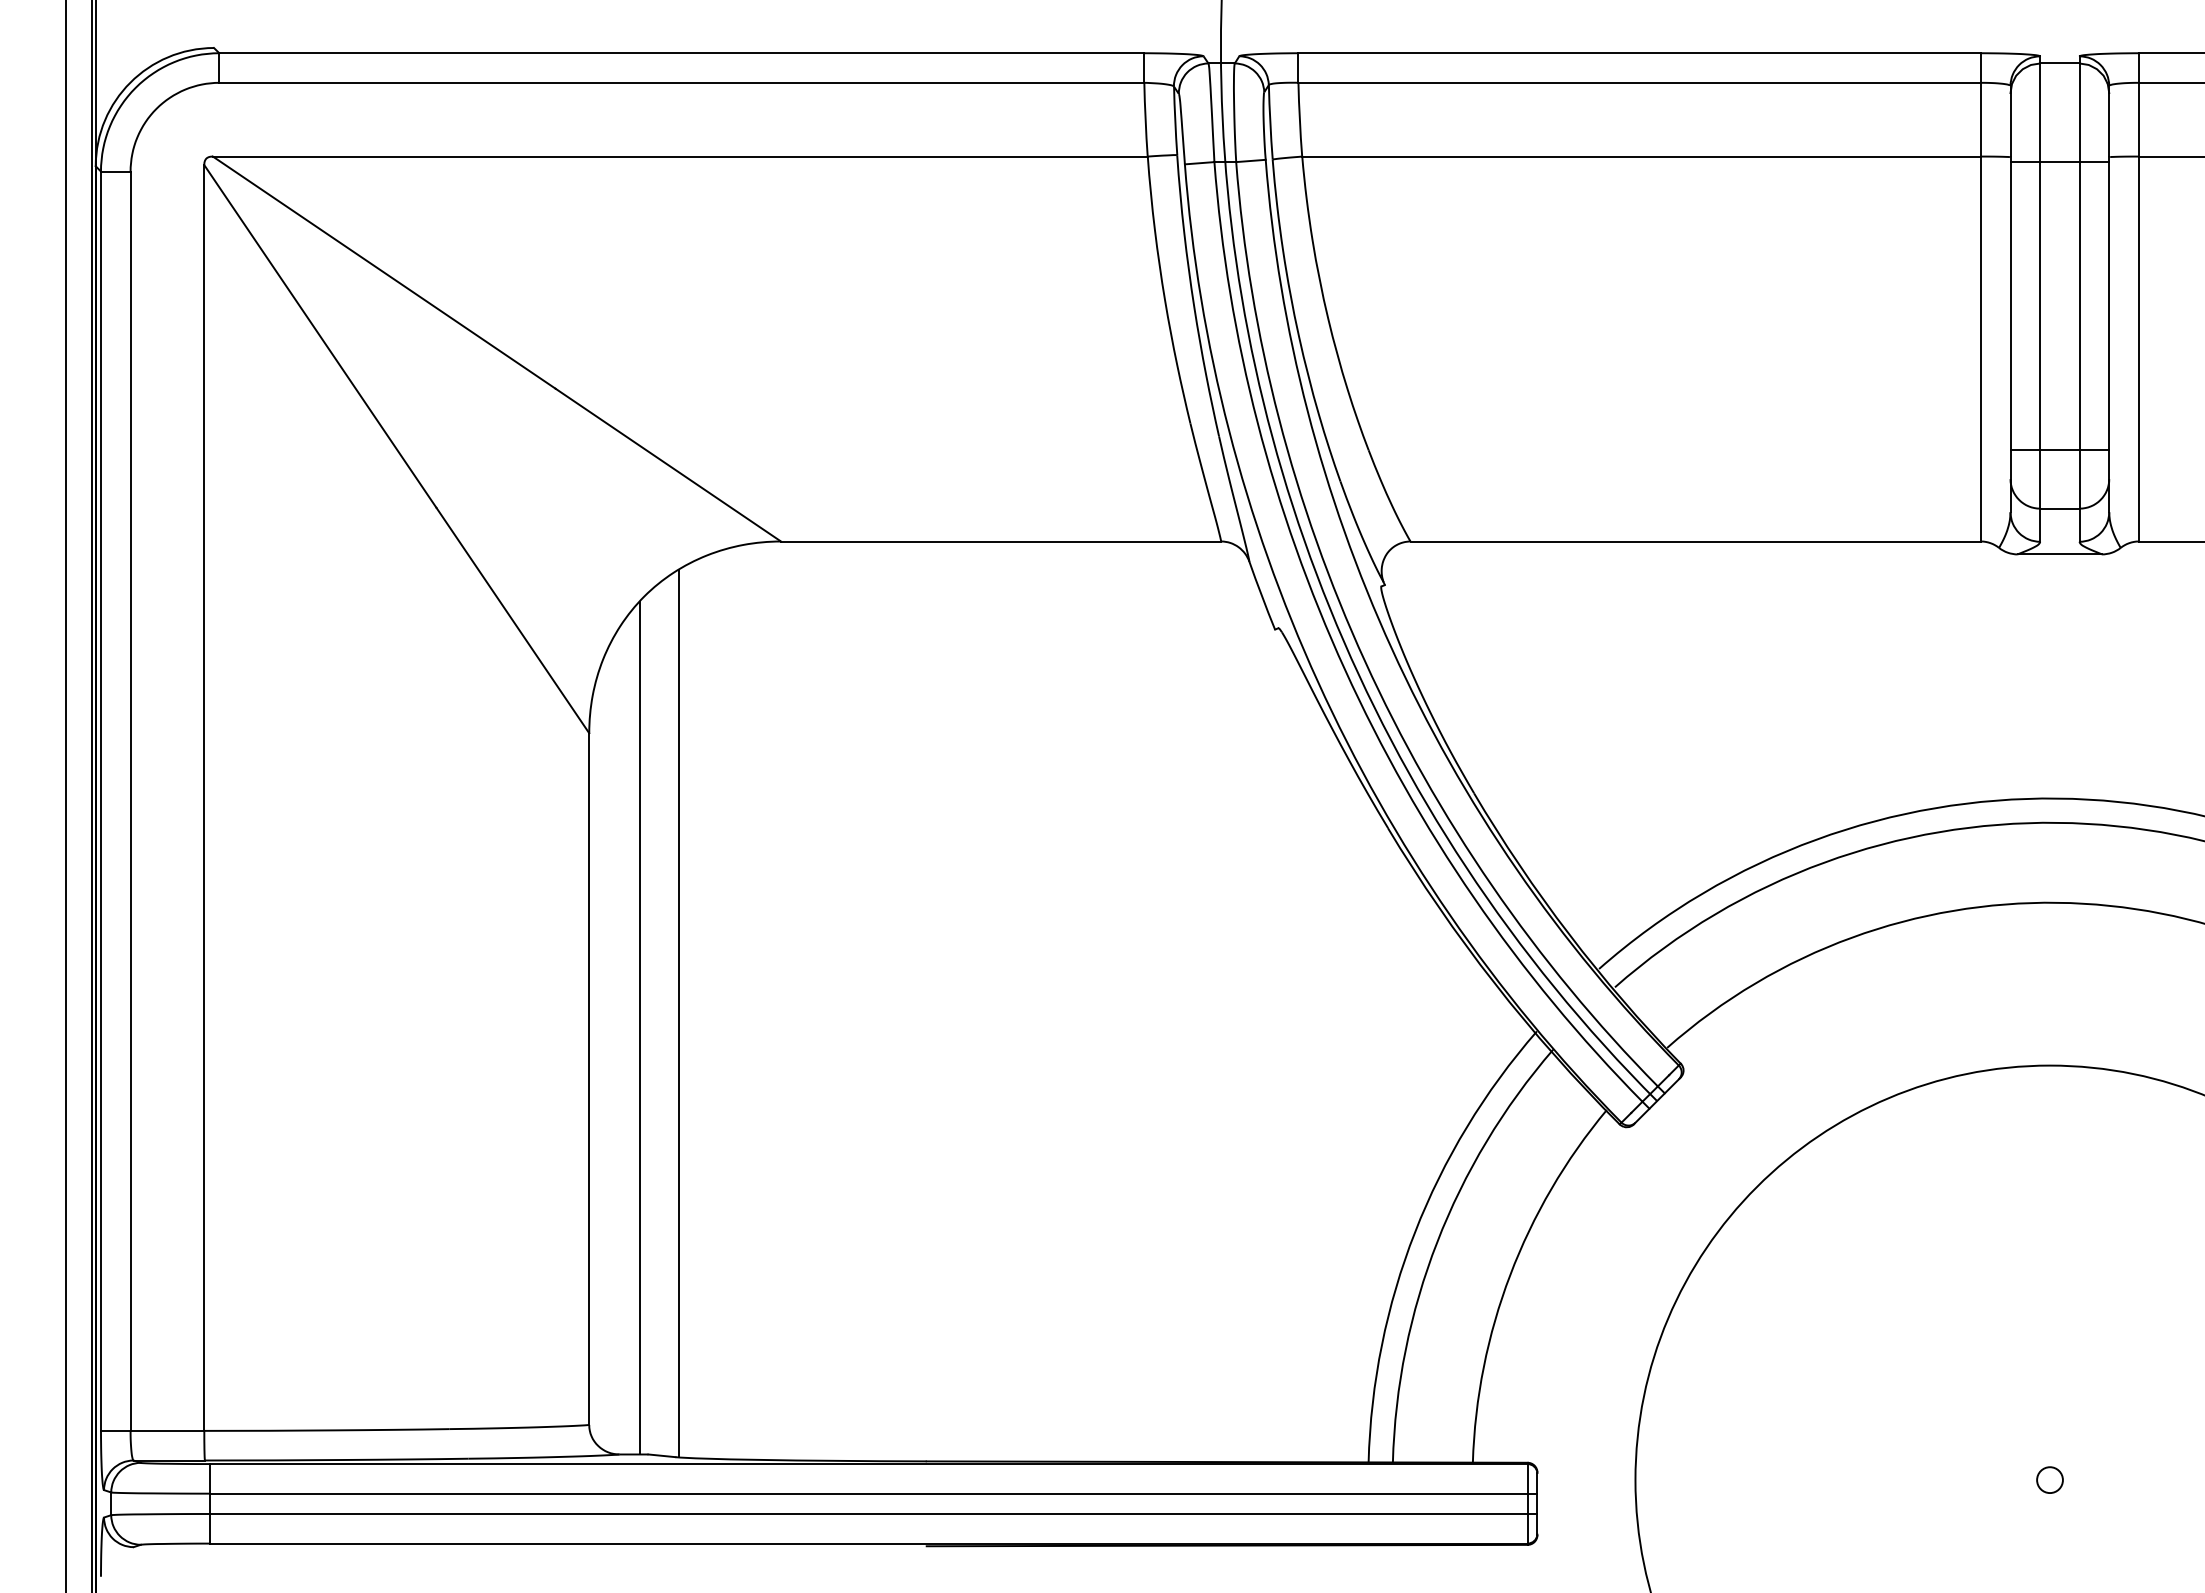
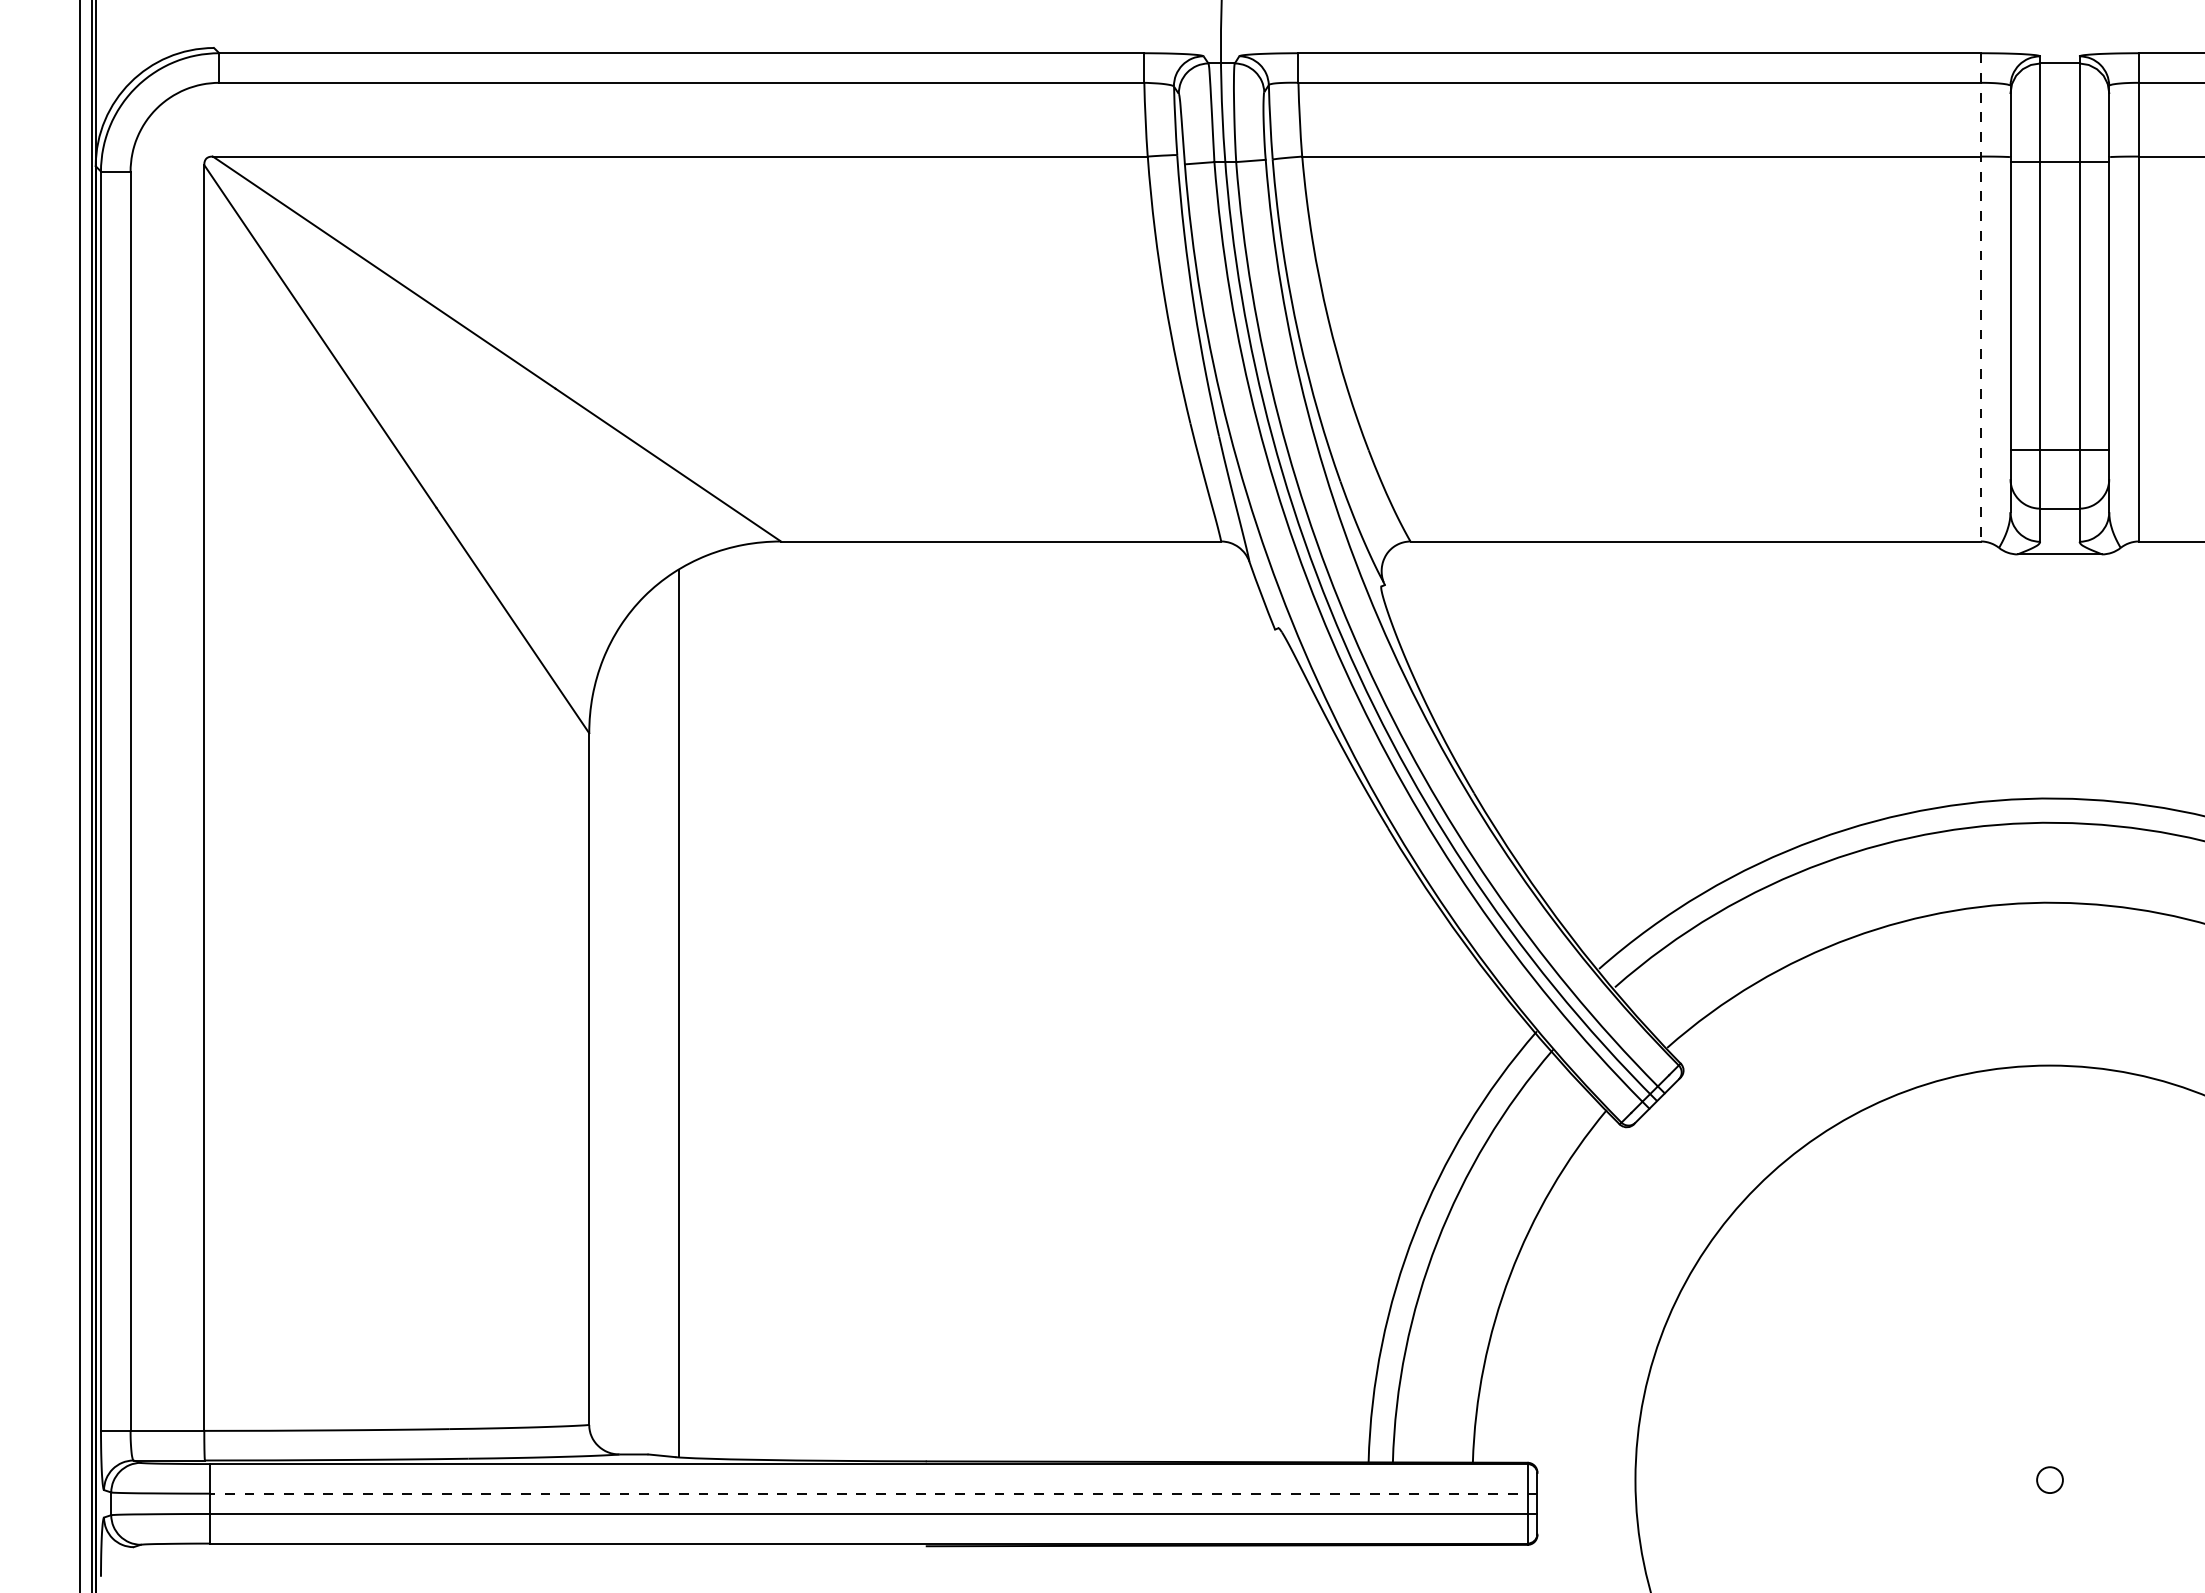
line at (1980, 297): solid -> dashed
line at (66, 795) position: (66, 795) -> (80, 795)
line at (640, 1027): present -> none
line at (873, 1493): solid -> dashed
